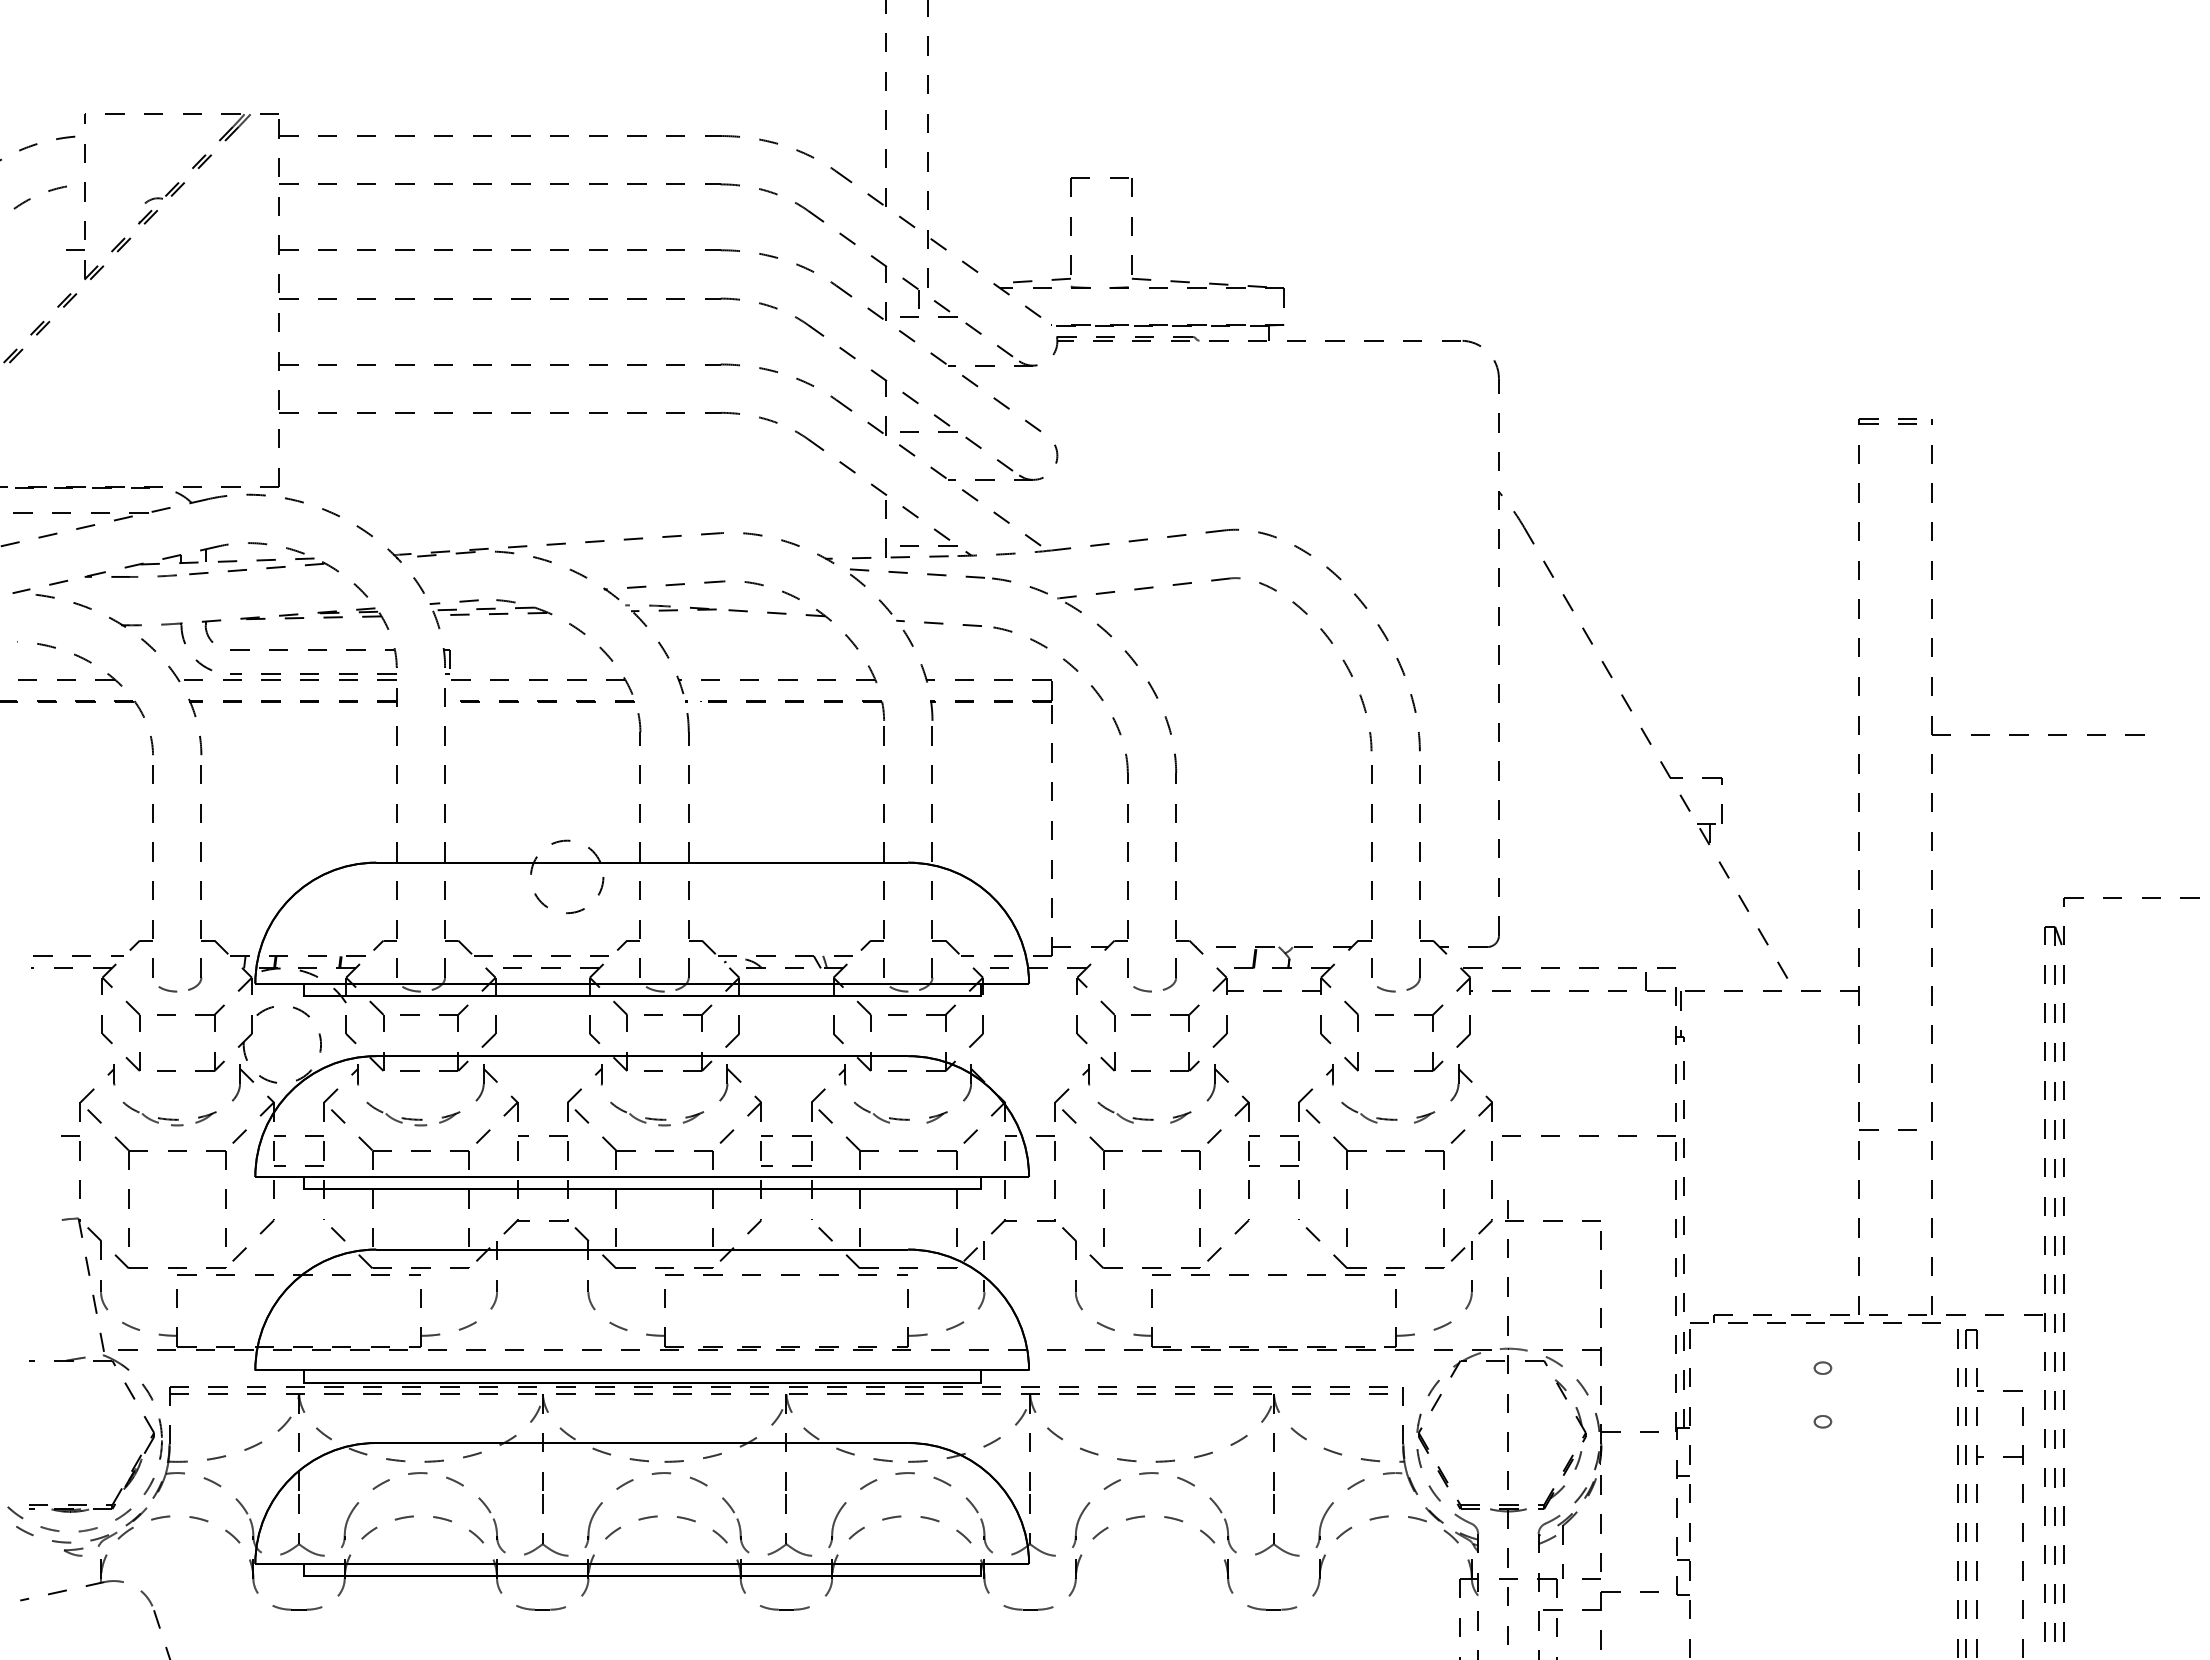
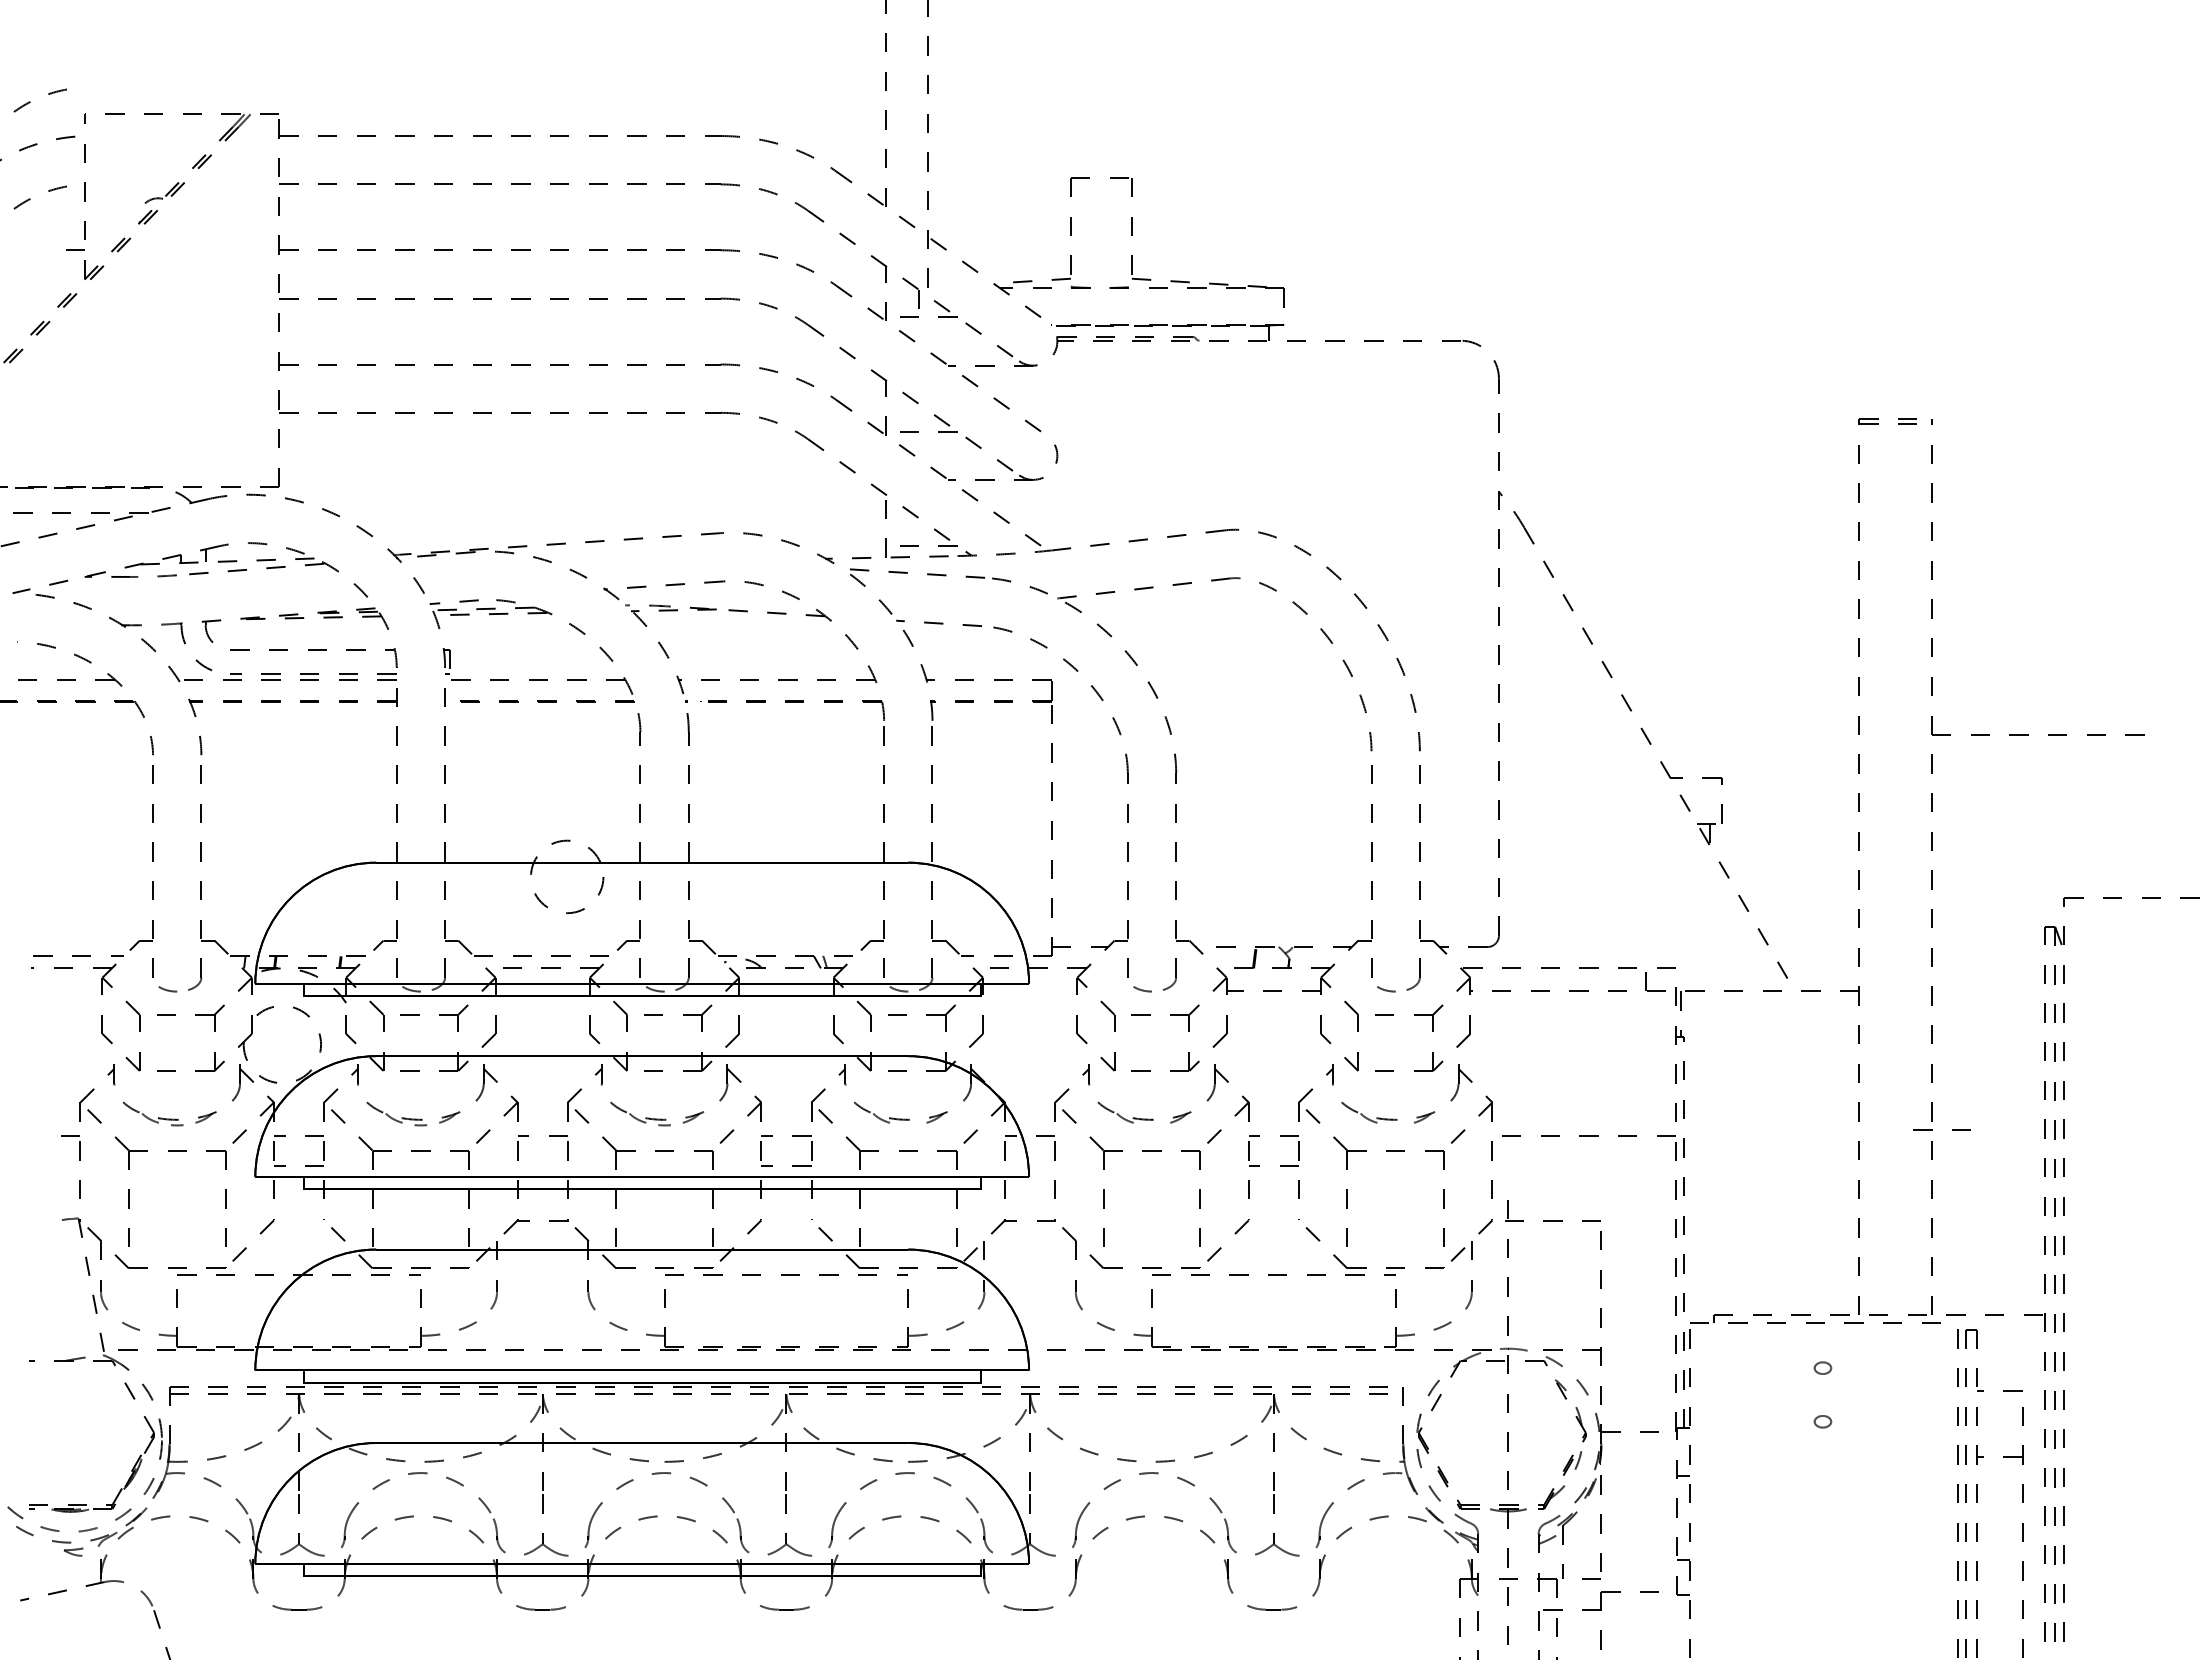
curve at (30, 101): none -> present
line at (1878, 1129) position: (1878, 1129) -> (1932, 1129)
